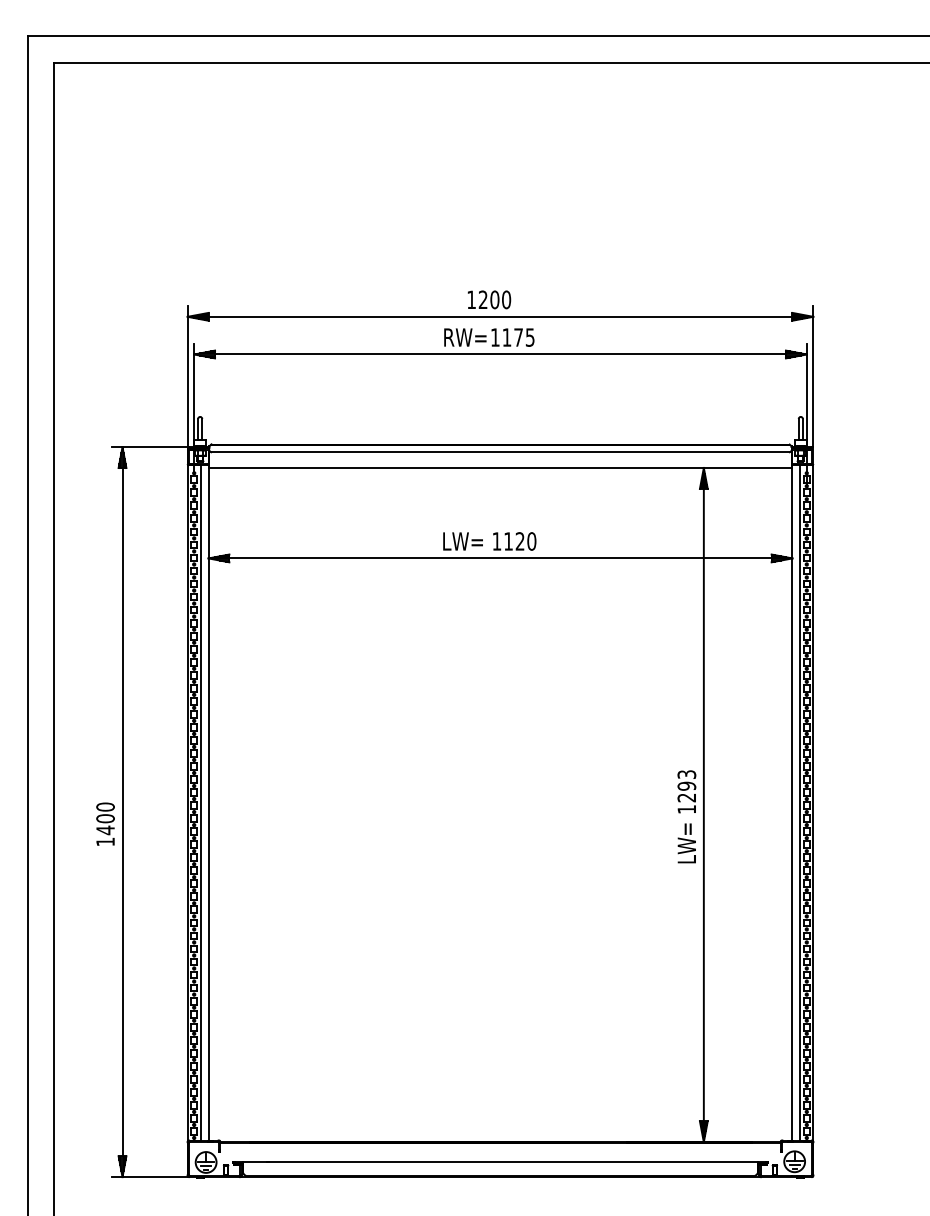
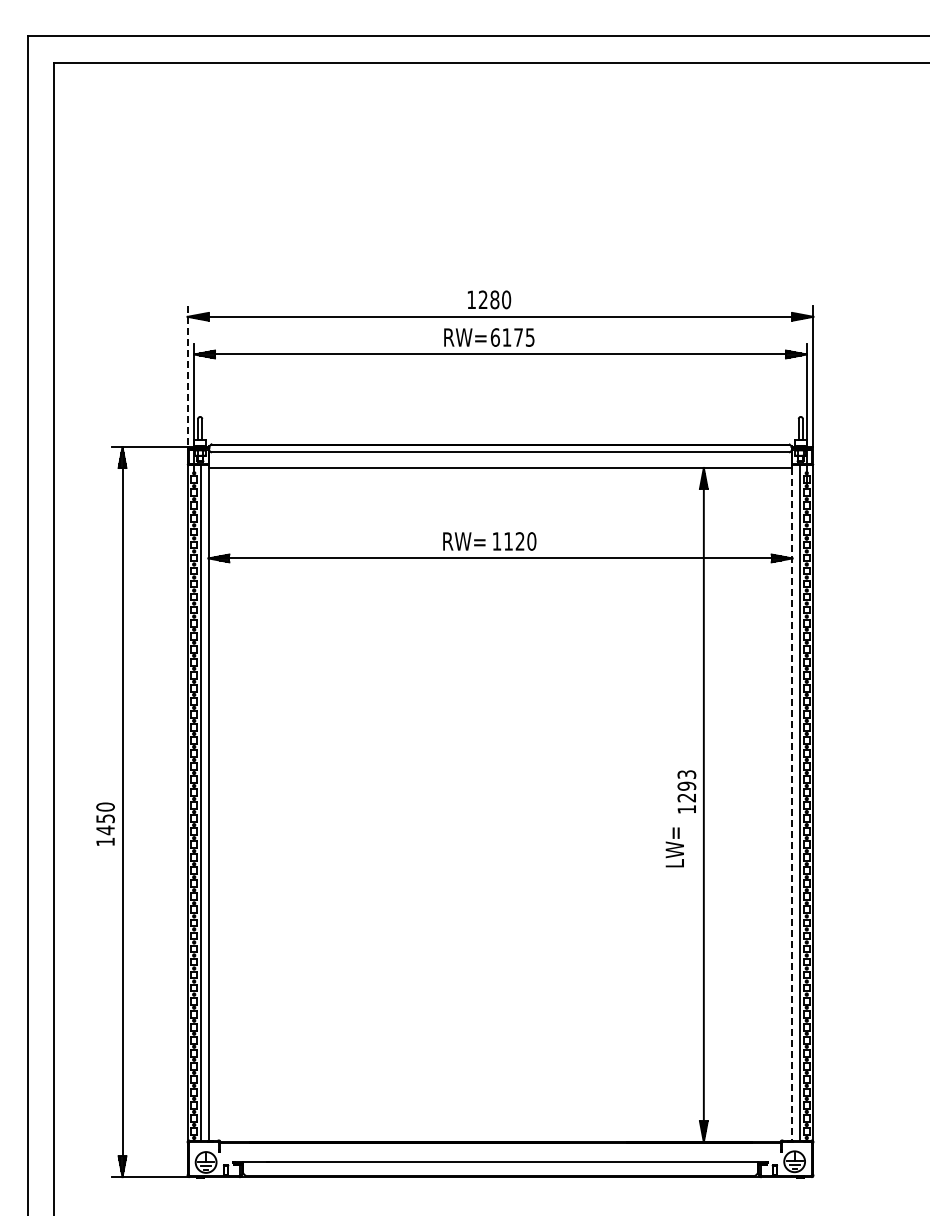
text at (494, 299): 1200 -> 1280
text at (494, 337): 1175 -> 6175
line at (187, 377): solid -> dashed
text at (465, 541): LW= -> RW=
line at (792, 804): solid -> dashed
text at (105, 818): 1400 -> 1450
text at (686, 843) position: (686, 843) -> (674, 847)
